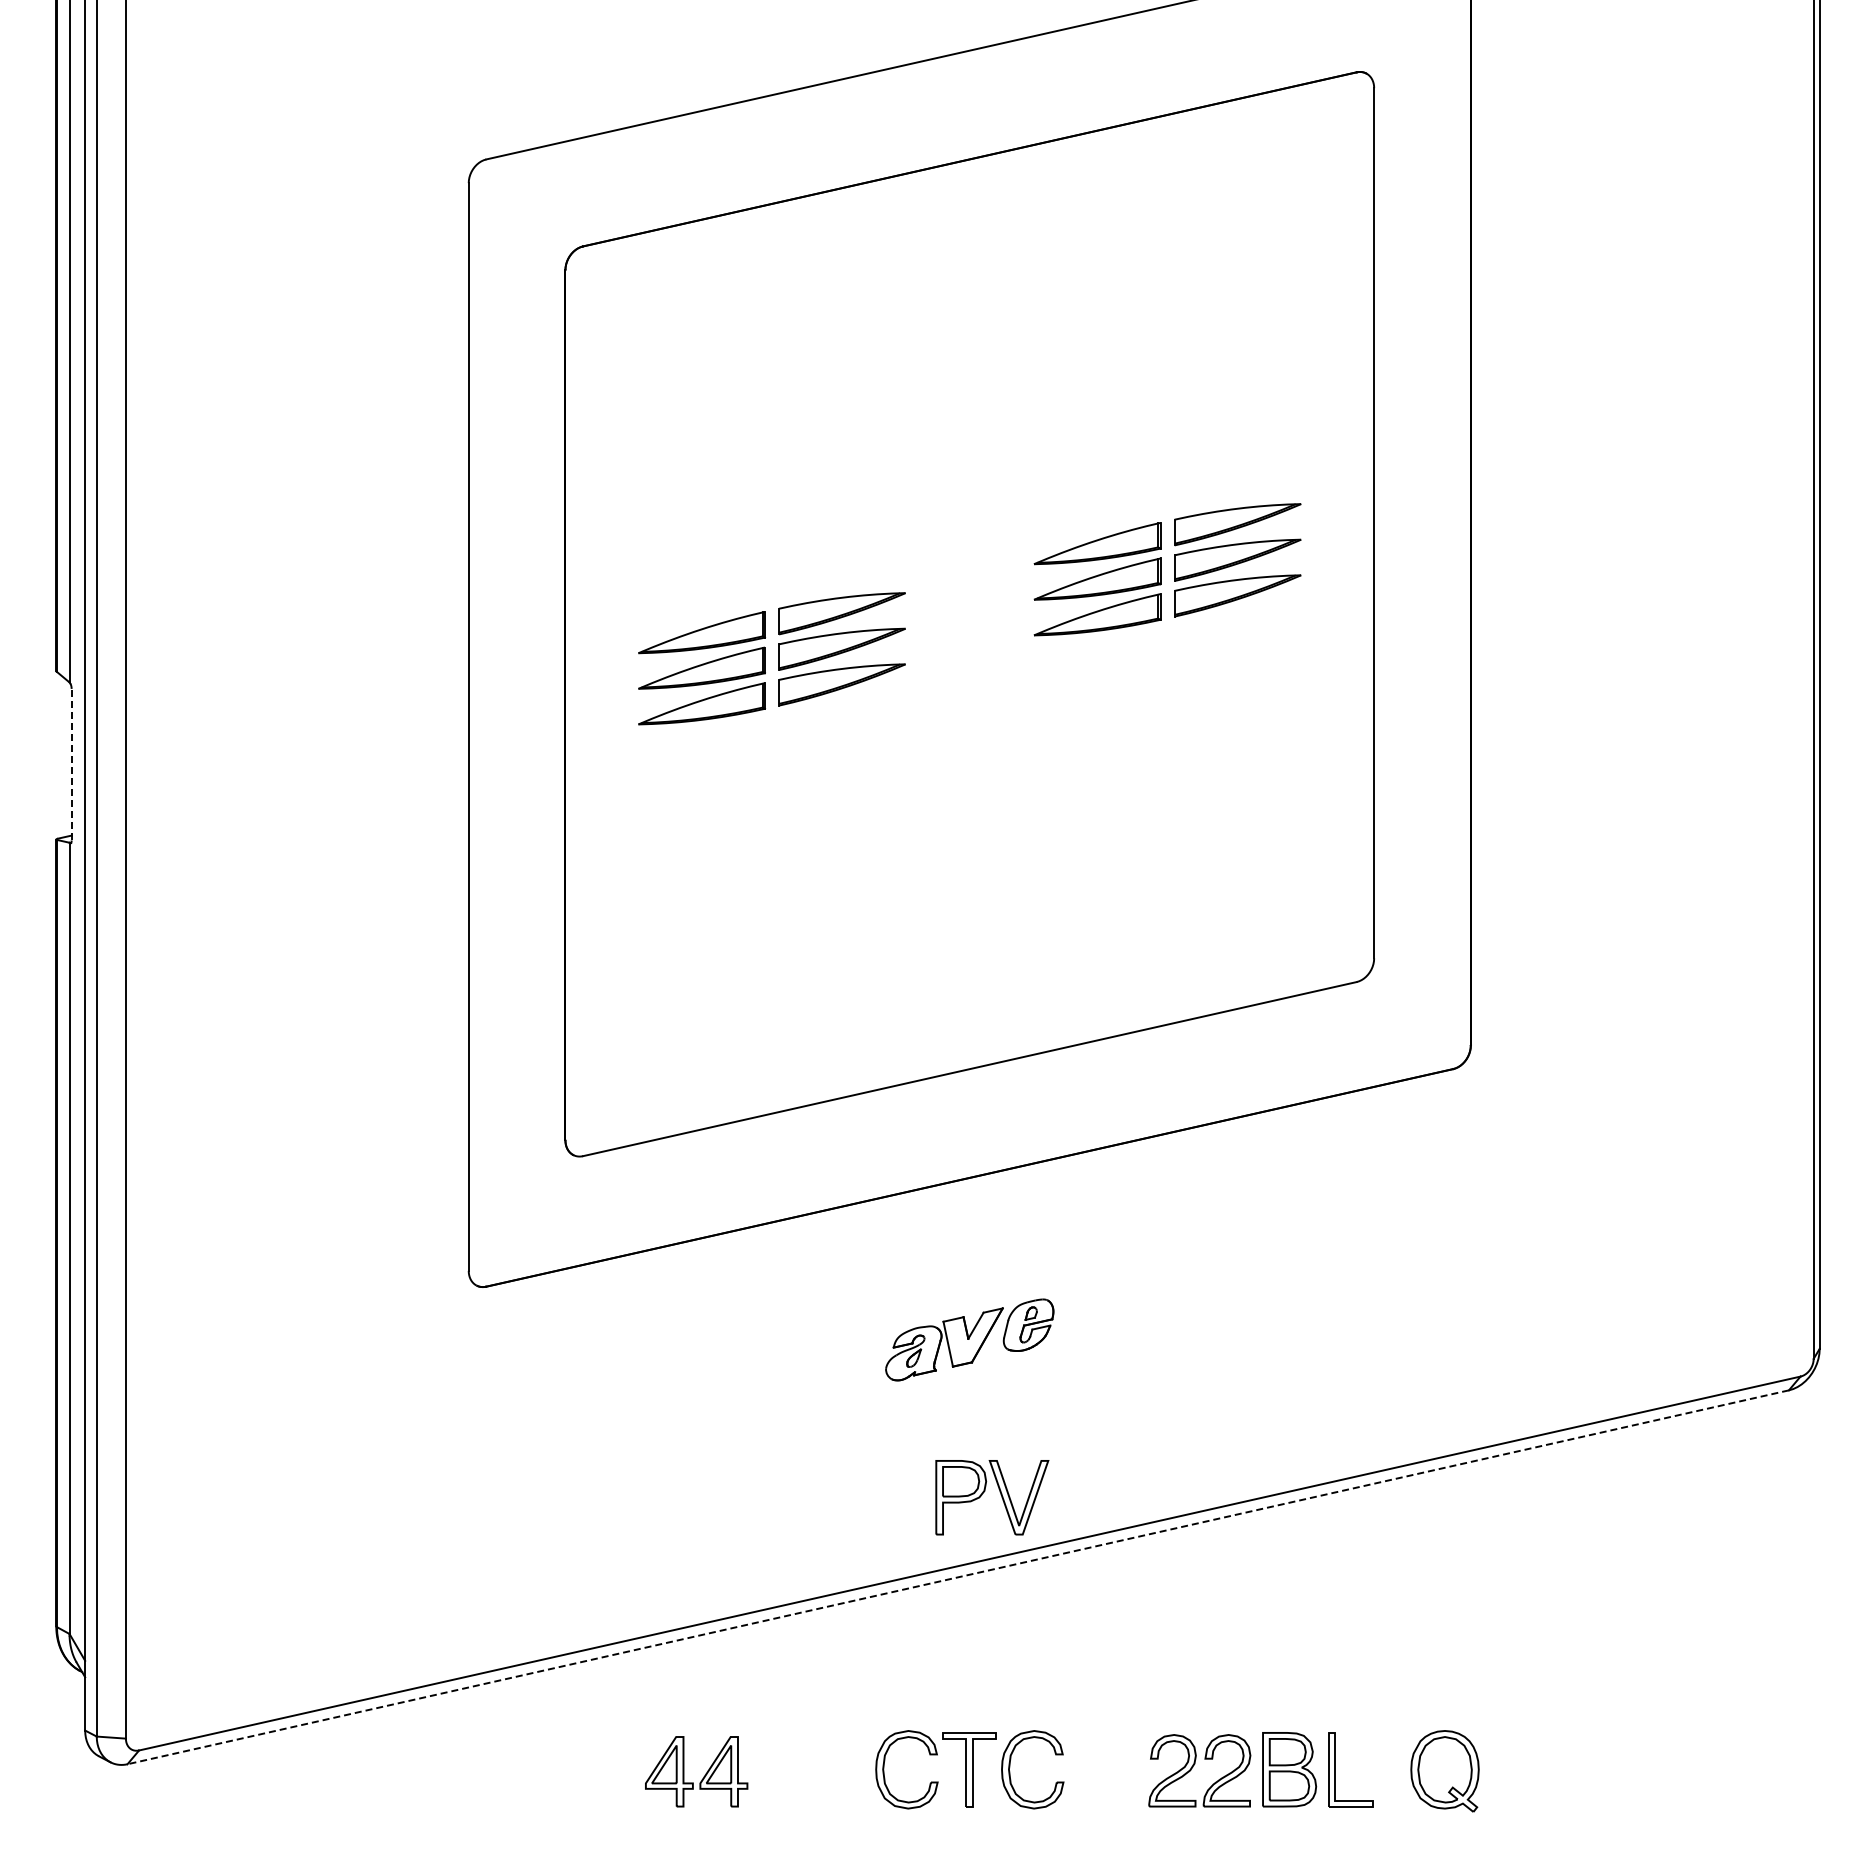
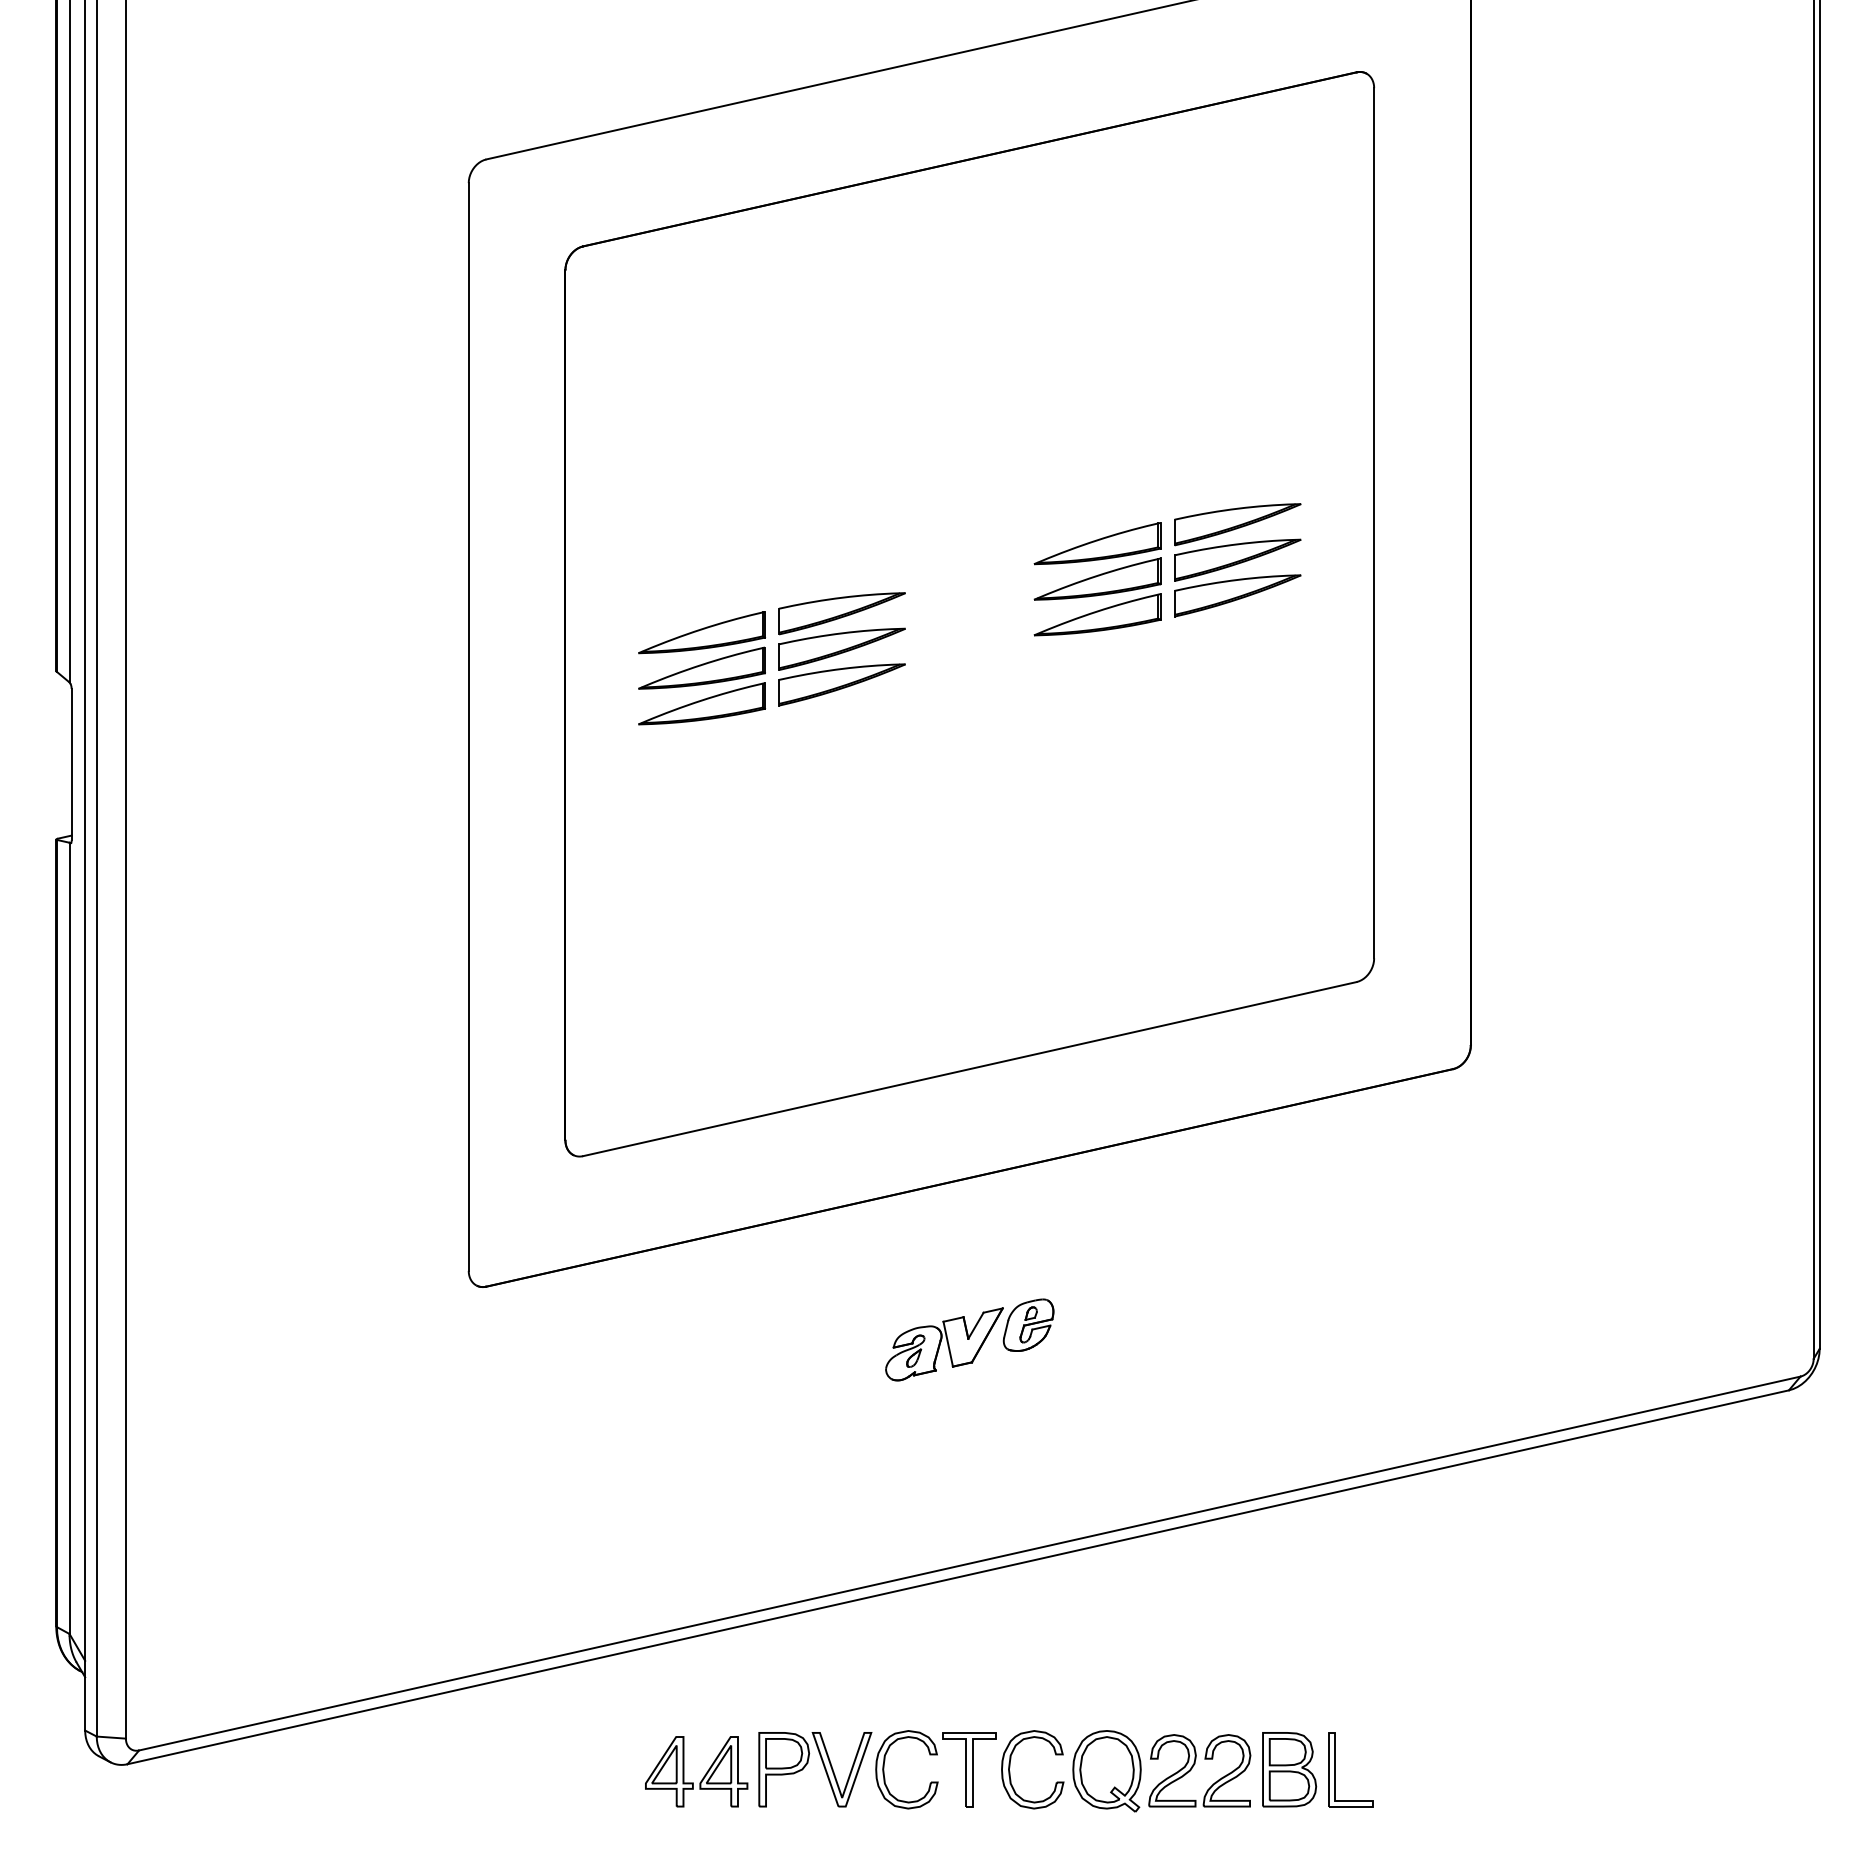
line at (71, 764): dashed -> solid
part at (1000, 1494) position: (1000, 1494) -> (823, 1766)
line at (957, 1577): dashed -> solid
part at (1444, 1771) position: (1444, 1771) -> (1106, 1771)
